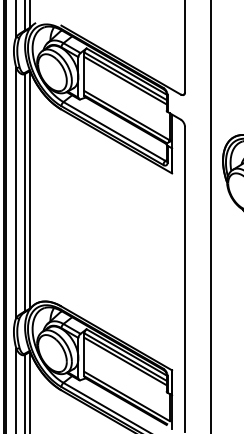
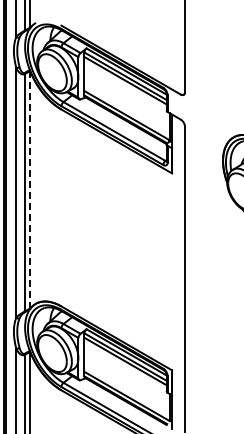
line at (30, 189): solid -> dashed
line at (210, 216): present -> none
